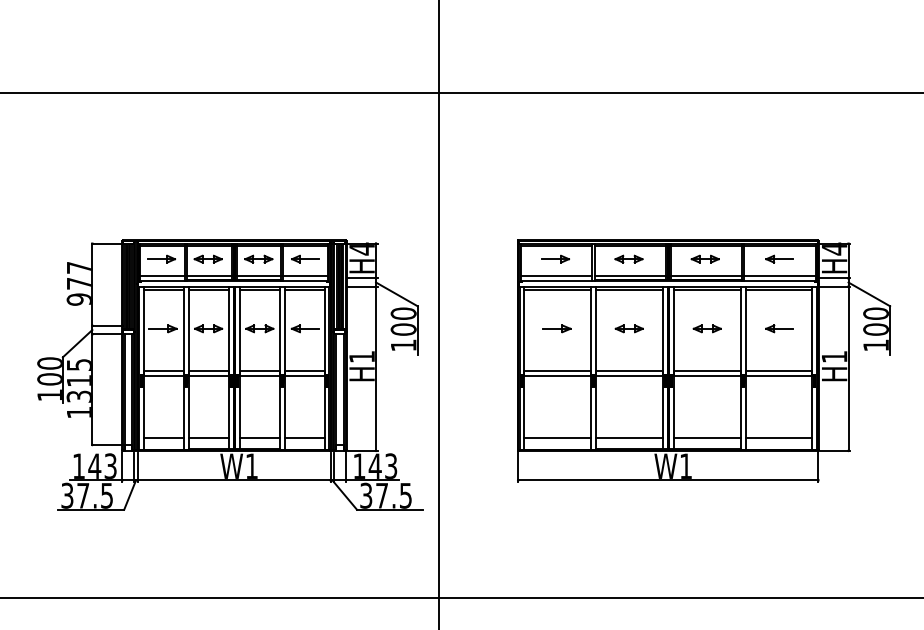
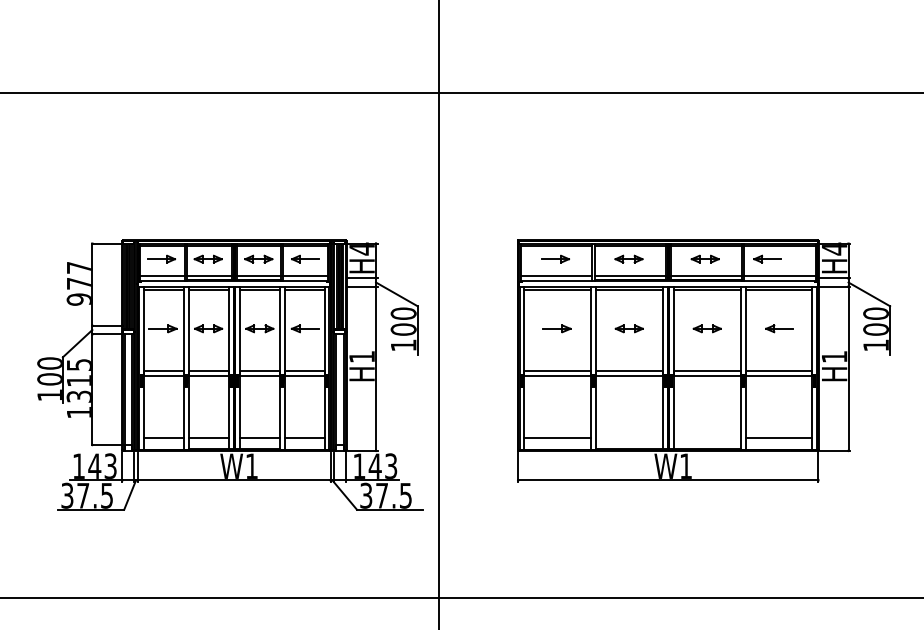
part at (779, 258) position: (779, 258) -> (767, 258)
line at (629, 437): present -> none
line at (706, 437): present -> none
